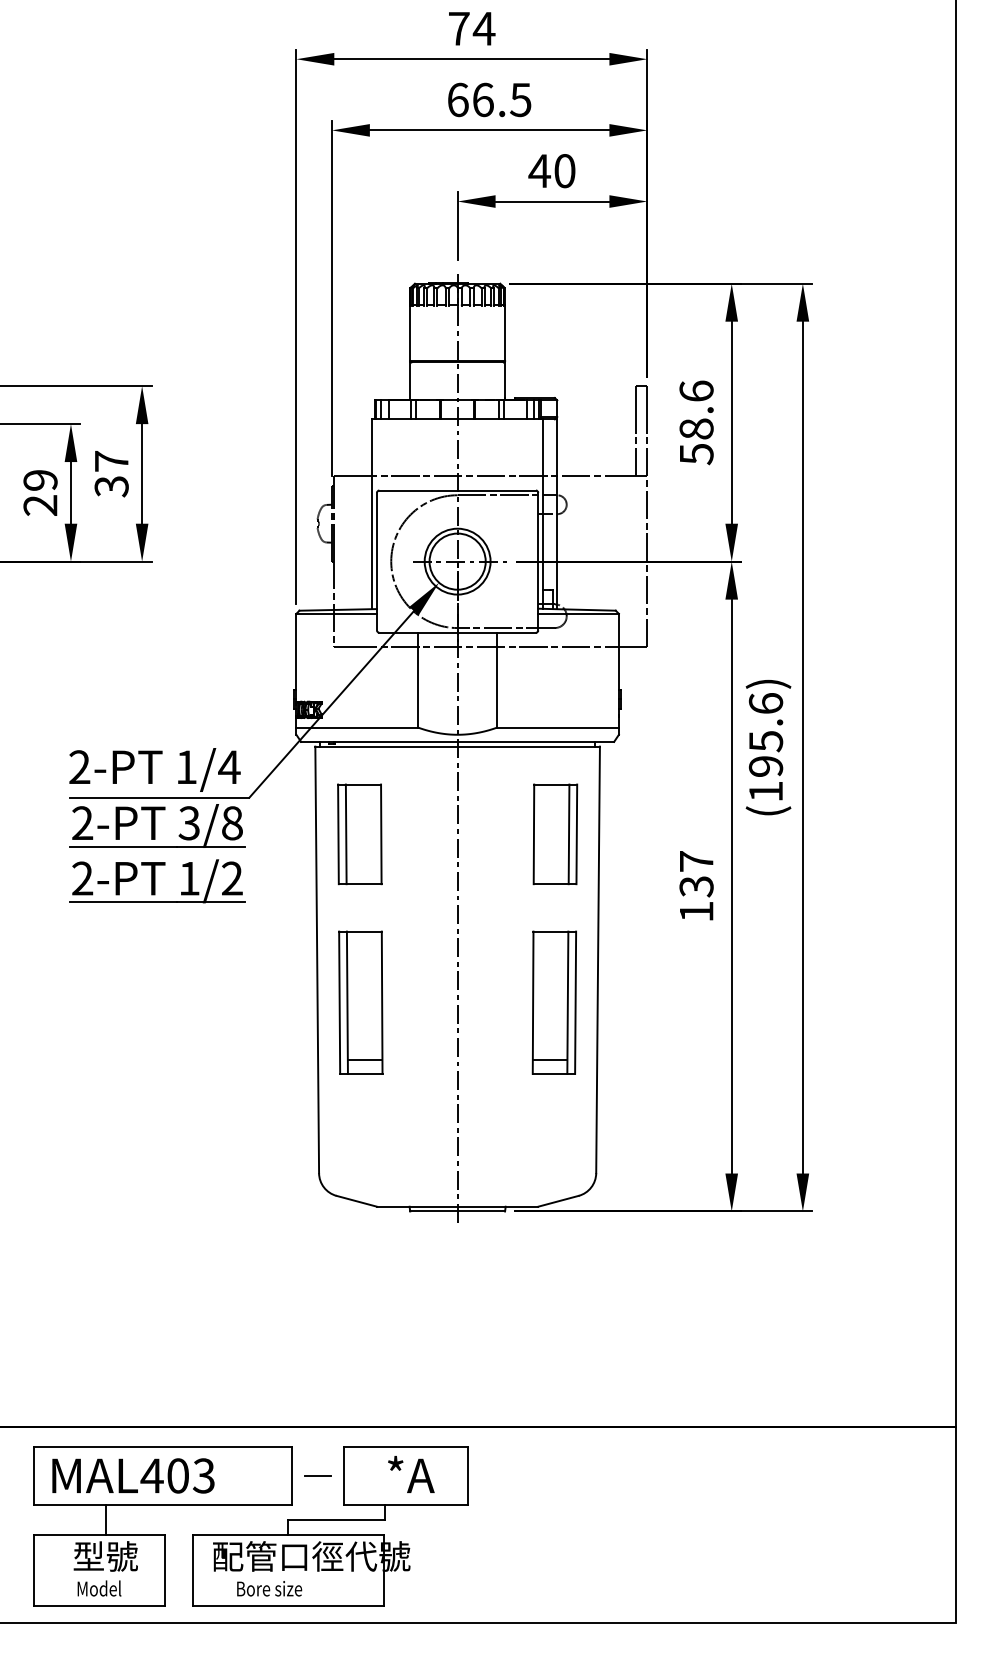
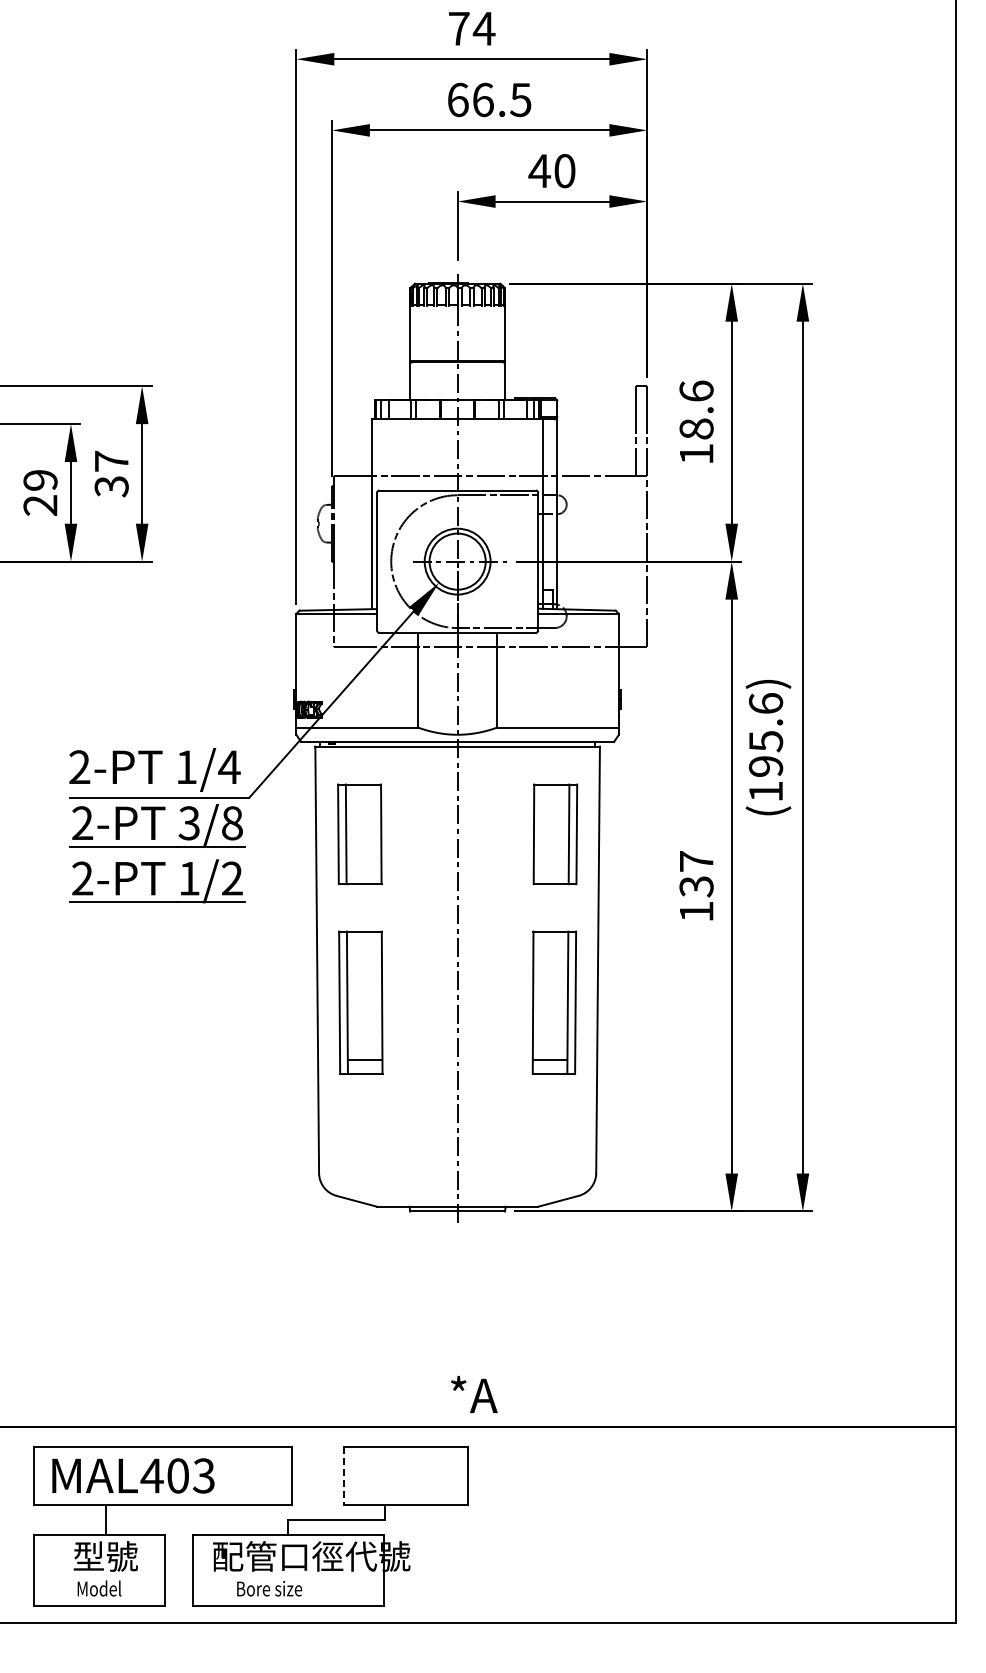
text at (696, 454): 58.6 -> 18.6
text at (411, 1474) position: (411, 1474) -> (474, 1394)
line at (317, 1476): present -> none
line at (344, 1476): solid -> dashed
